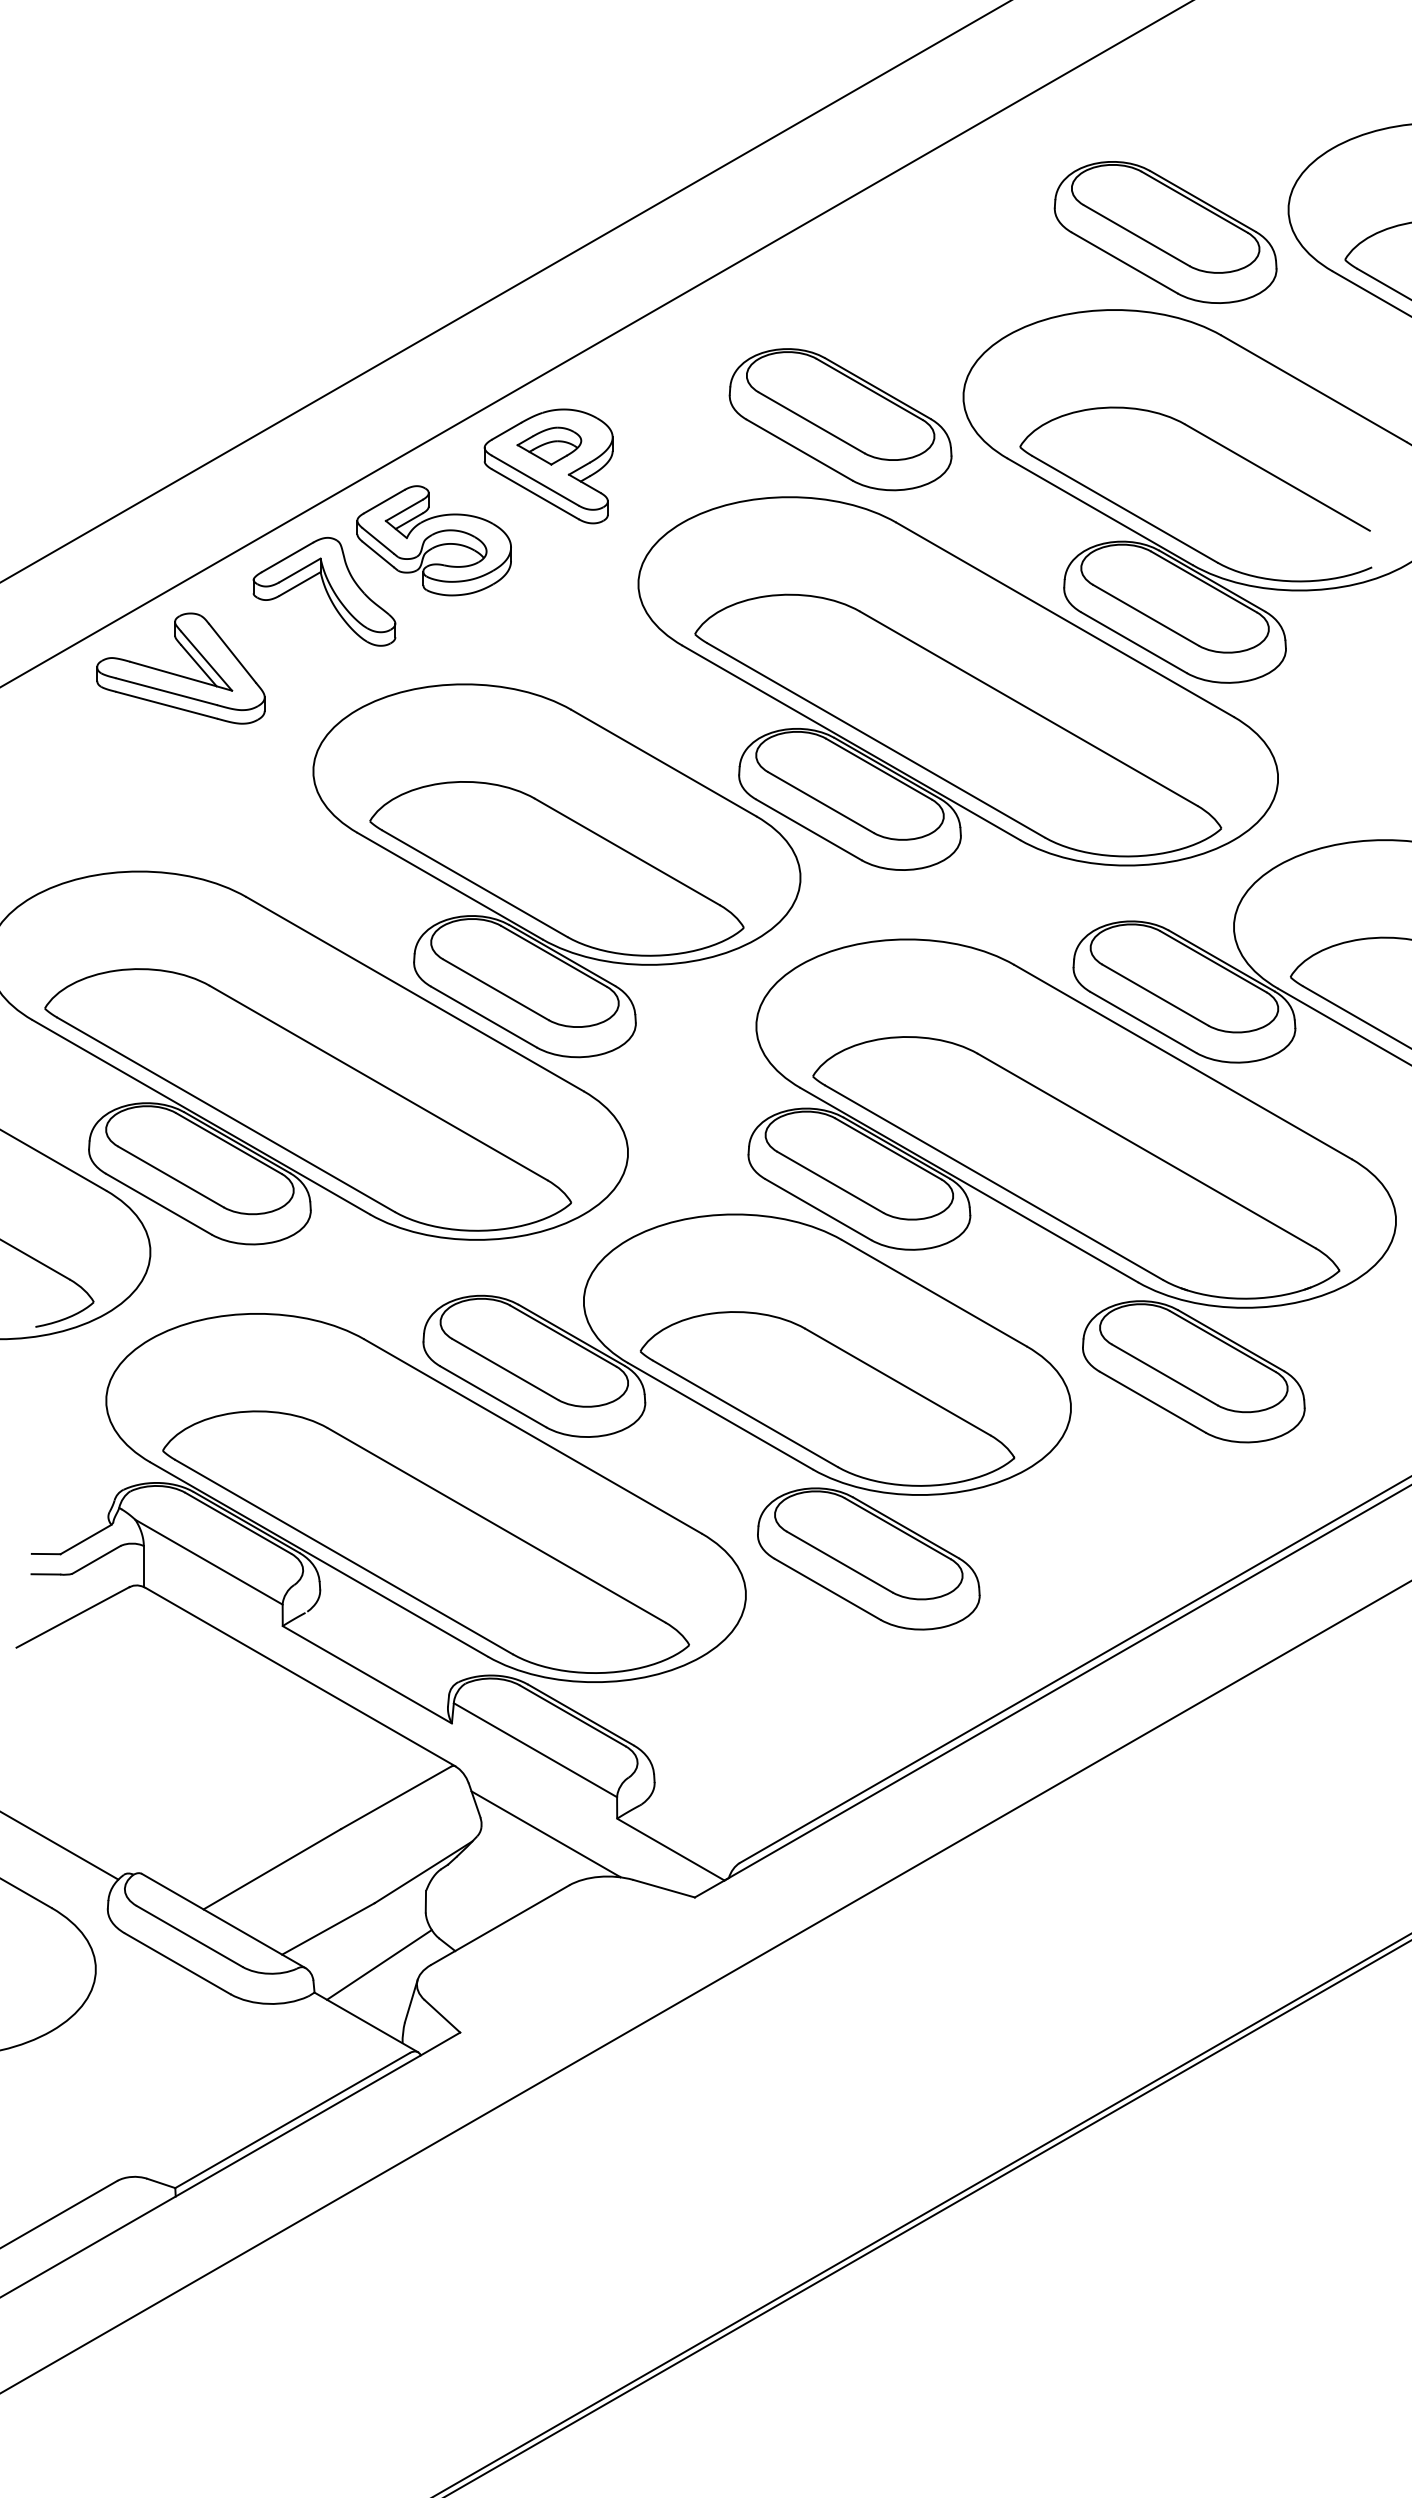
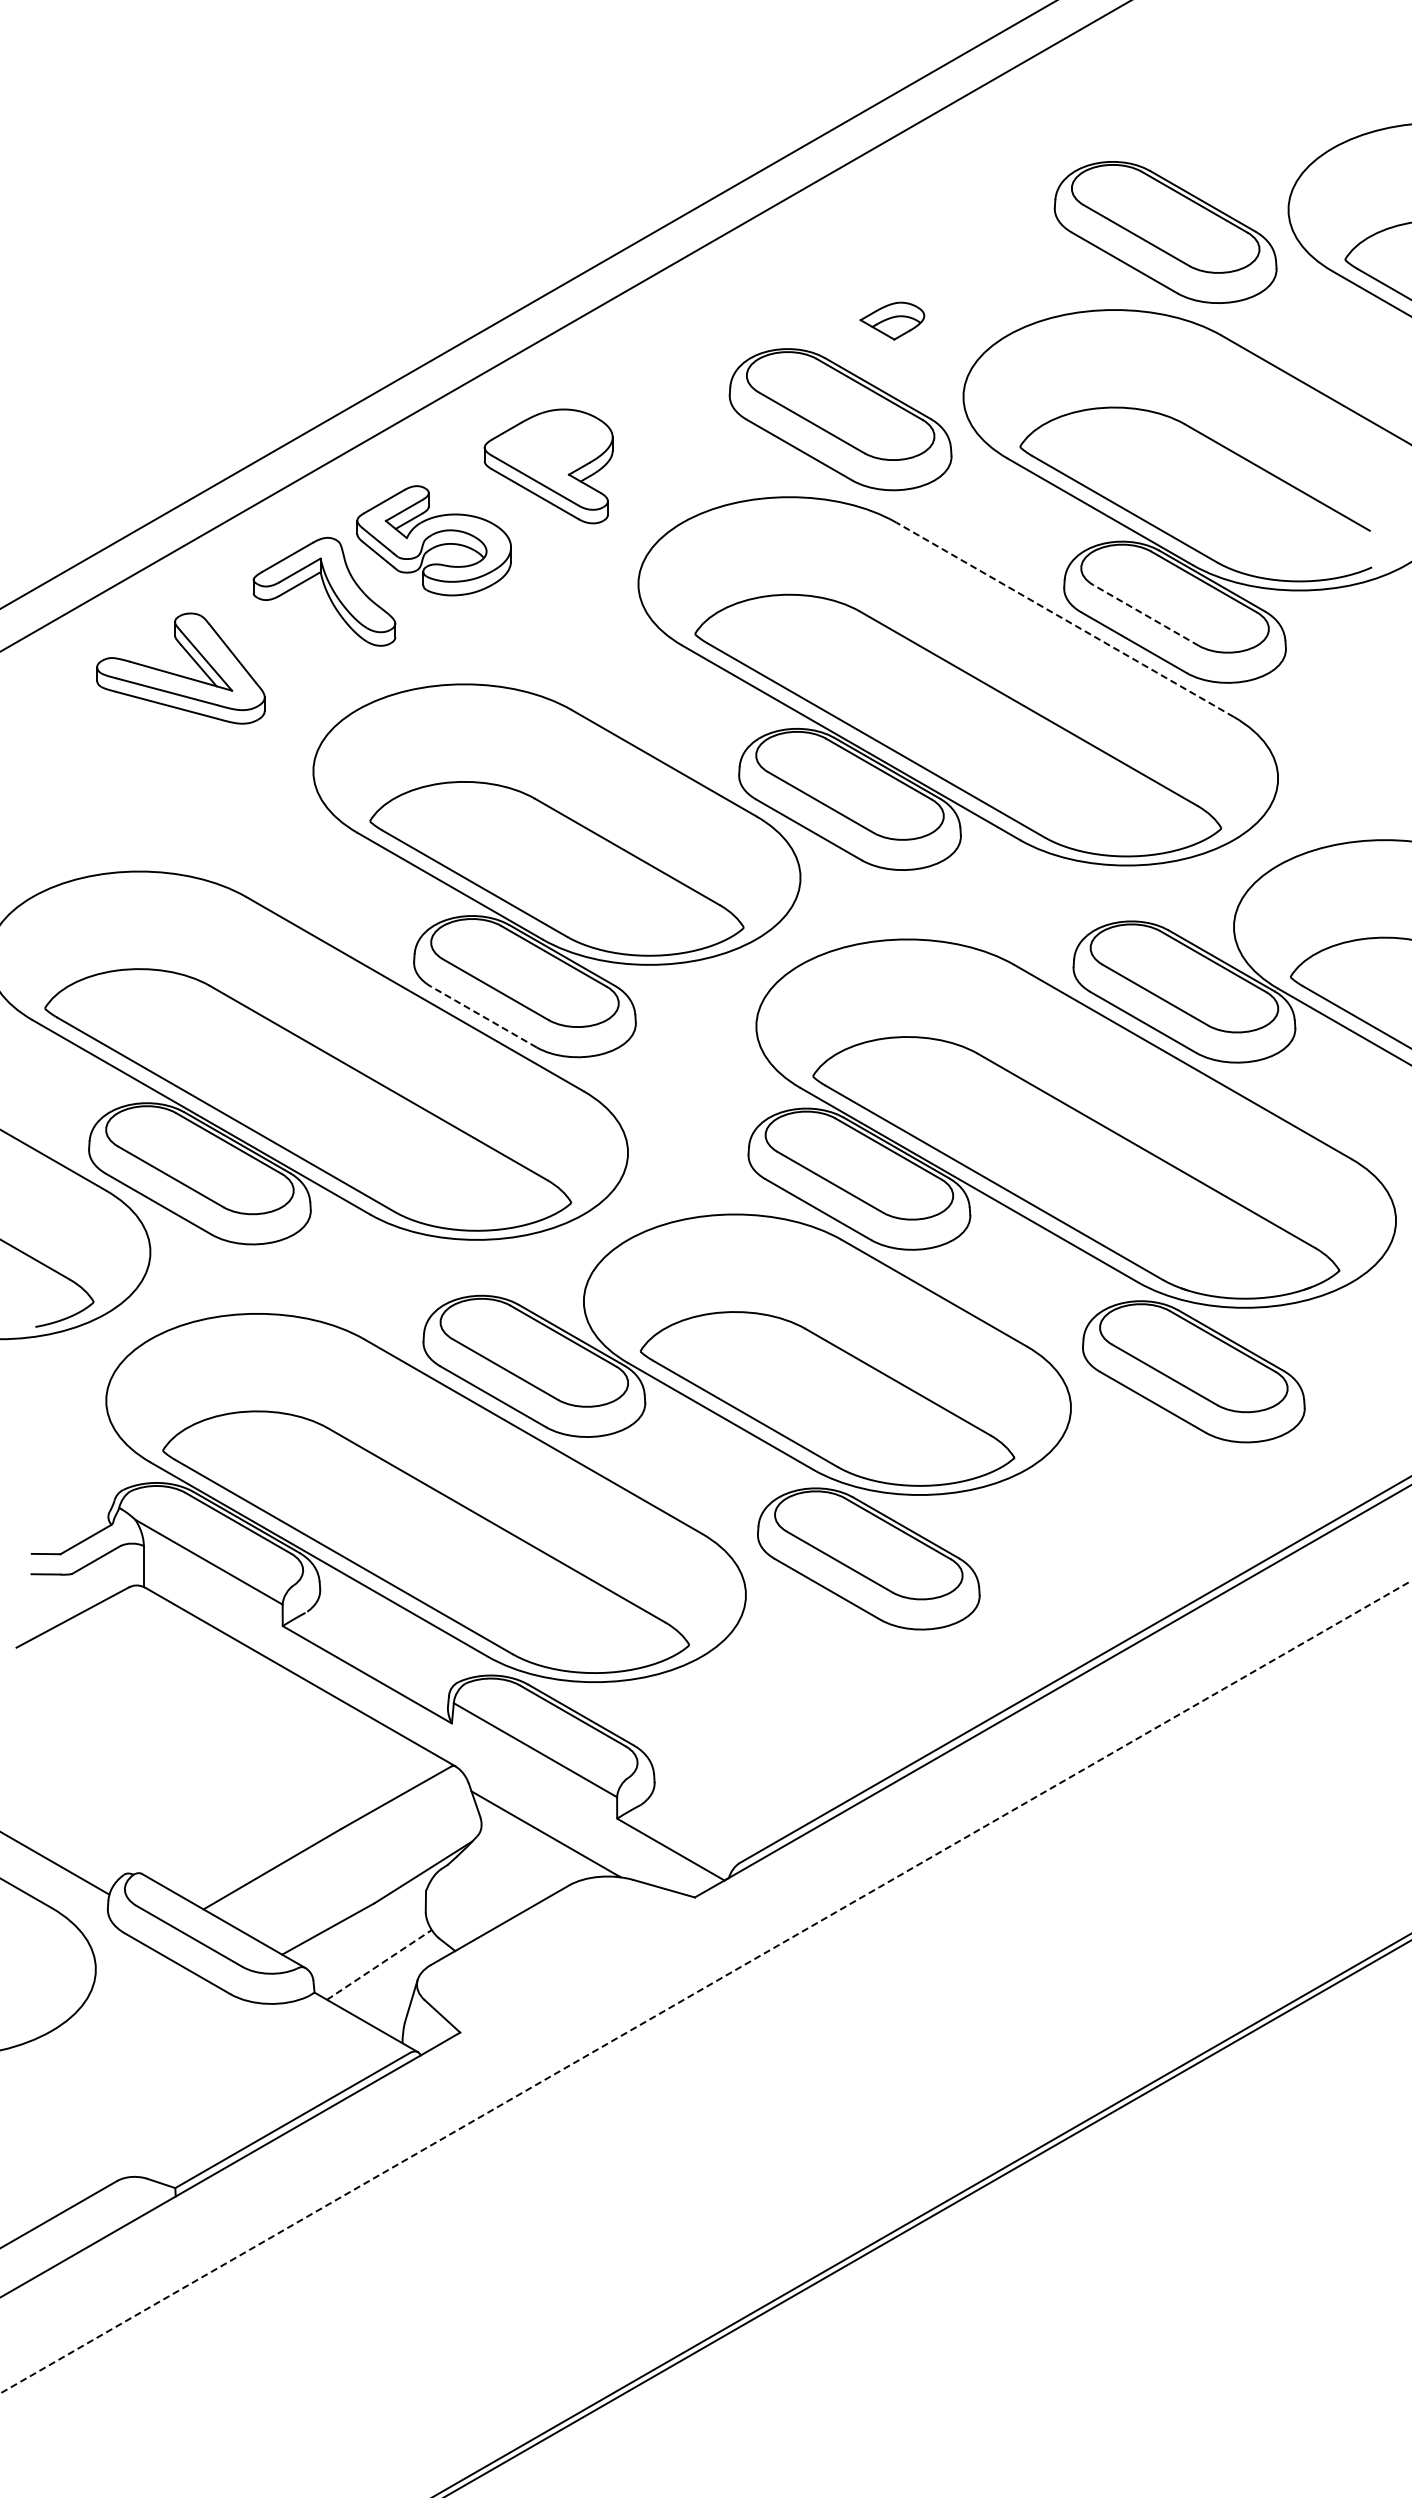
line at (505, 291) position: (505, 291) -> (527, 304)
line at (596, 344) position: (596, 344) -> (564, 326)
part at (549, 445) position: (549, 445) -> (892, 320)
line at (1146, 615): solid -> dashed
line at (1065, 619): solid -> dashed
line at (483, 1017): solid -> dashed
line at (60, 1846) position: (60, 1846) -> (55, 1863)
line at (379, 1964): solid -> dashed
line at (705, 1987): solid -> dashed
